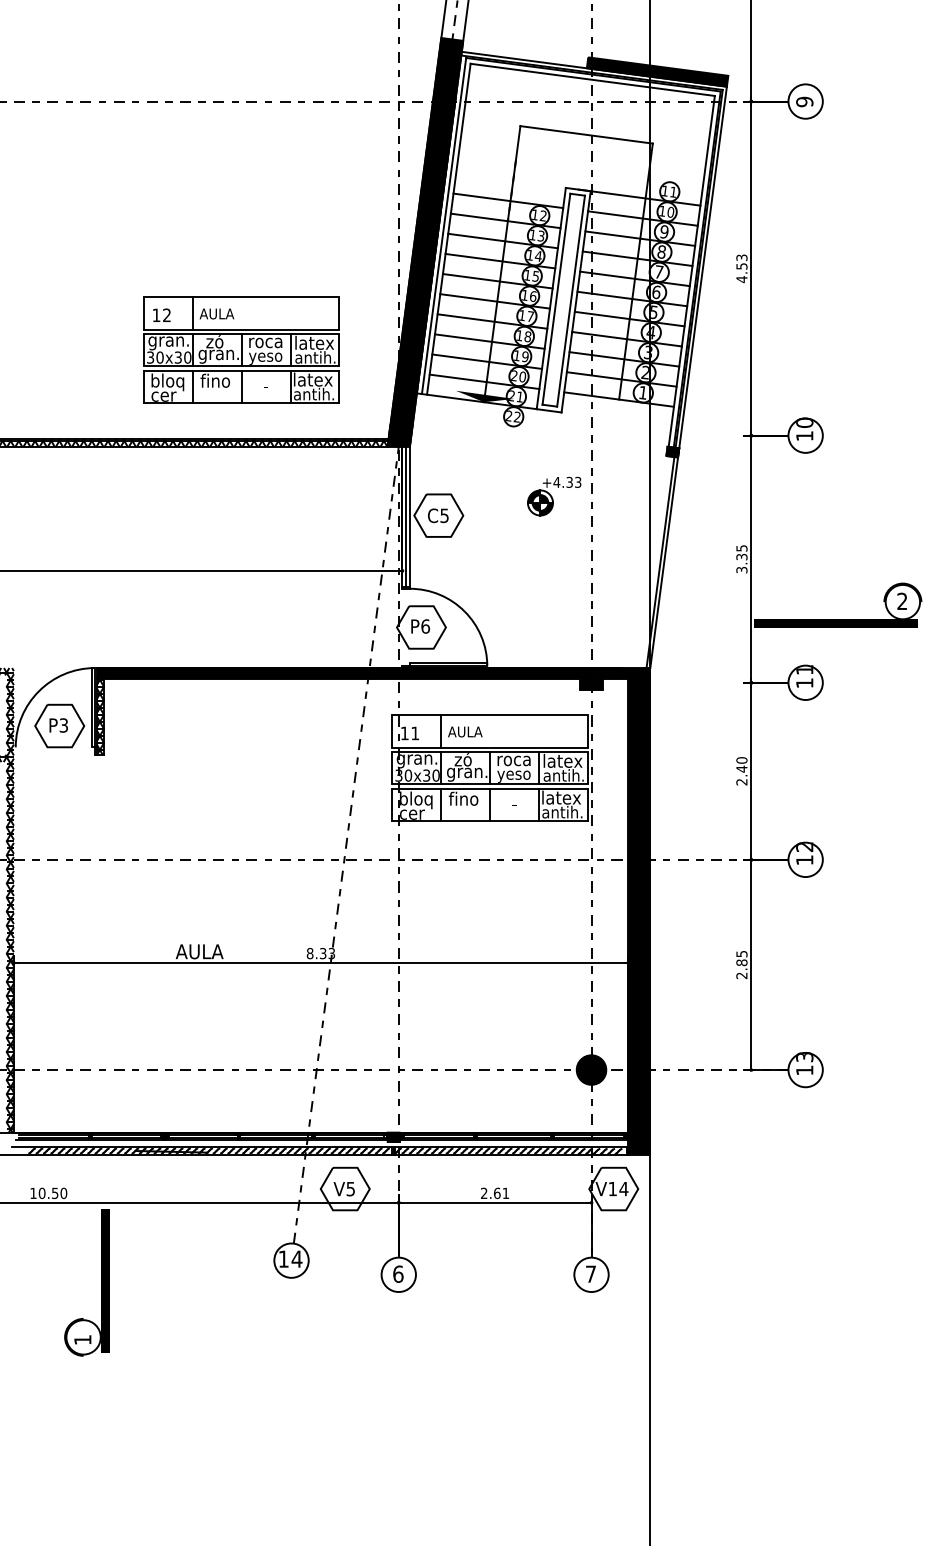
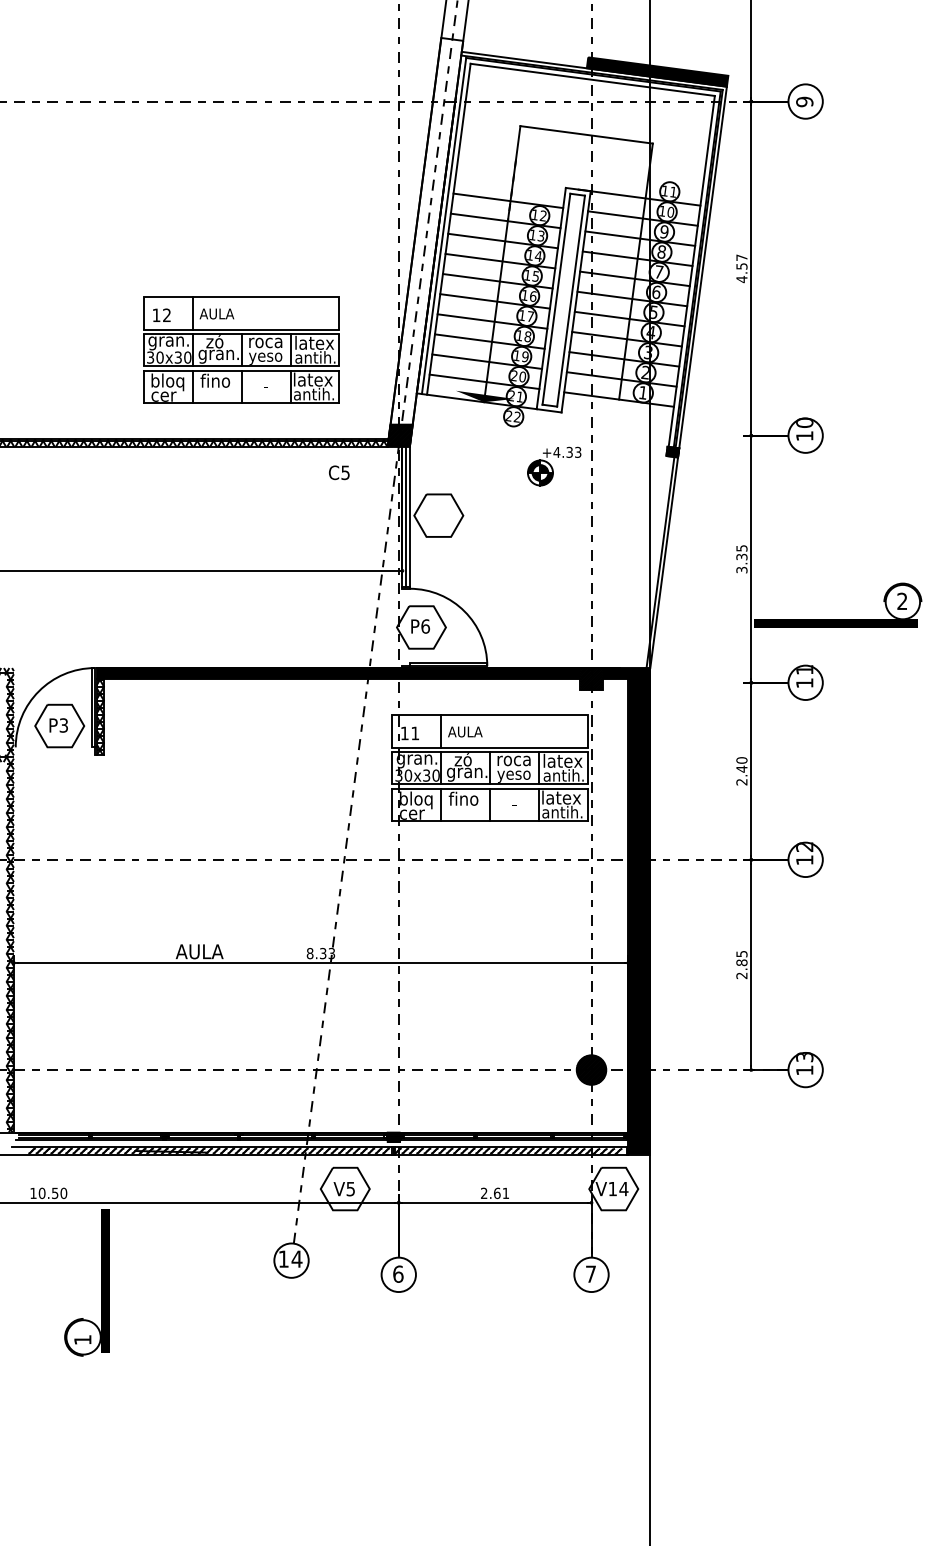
fill at (425, 241): present -> none
text at (741, 257): 4.53 -> 4.57
part at (554, 496) position: (554, 496) -> (554, 466)
text at (438, 515) position: (438, 515) -> (339, 472)
